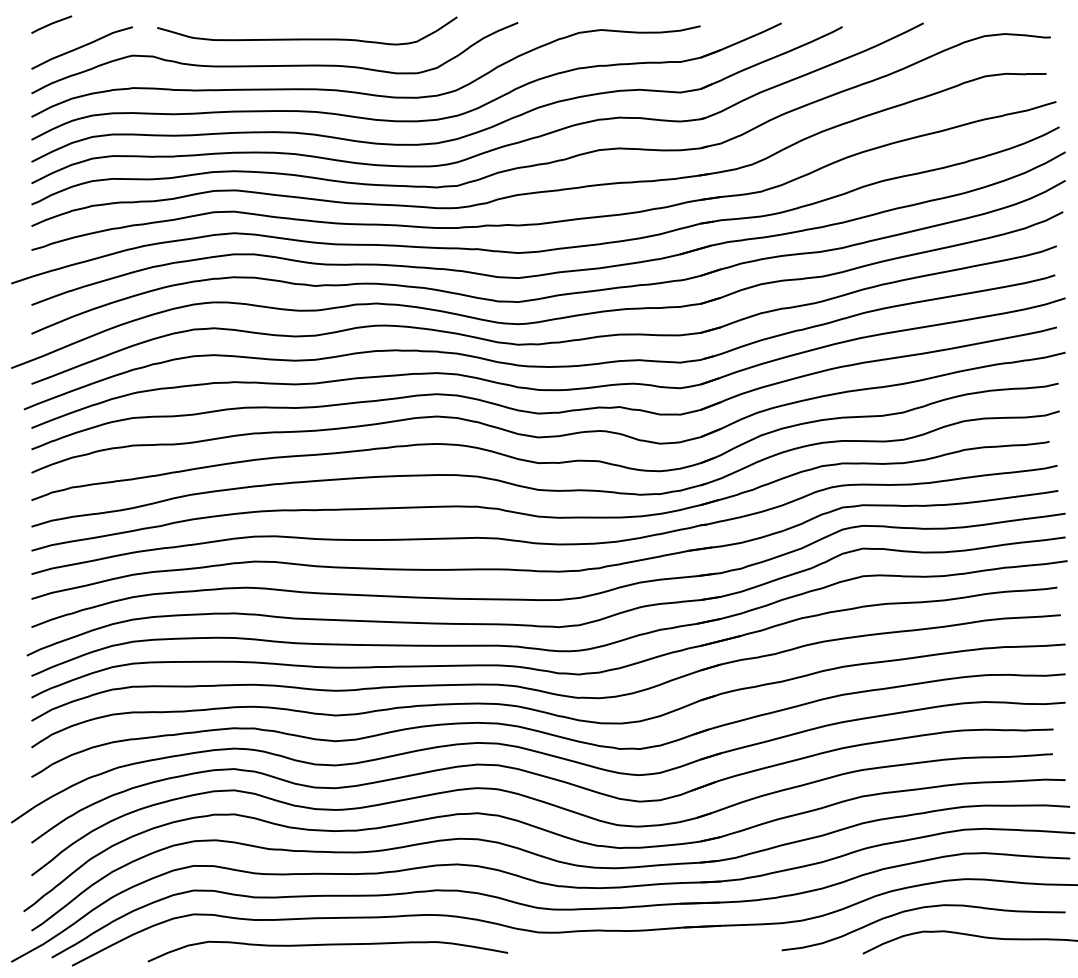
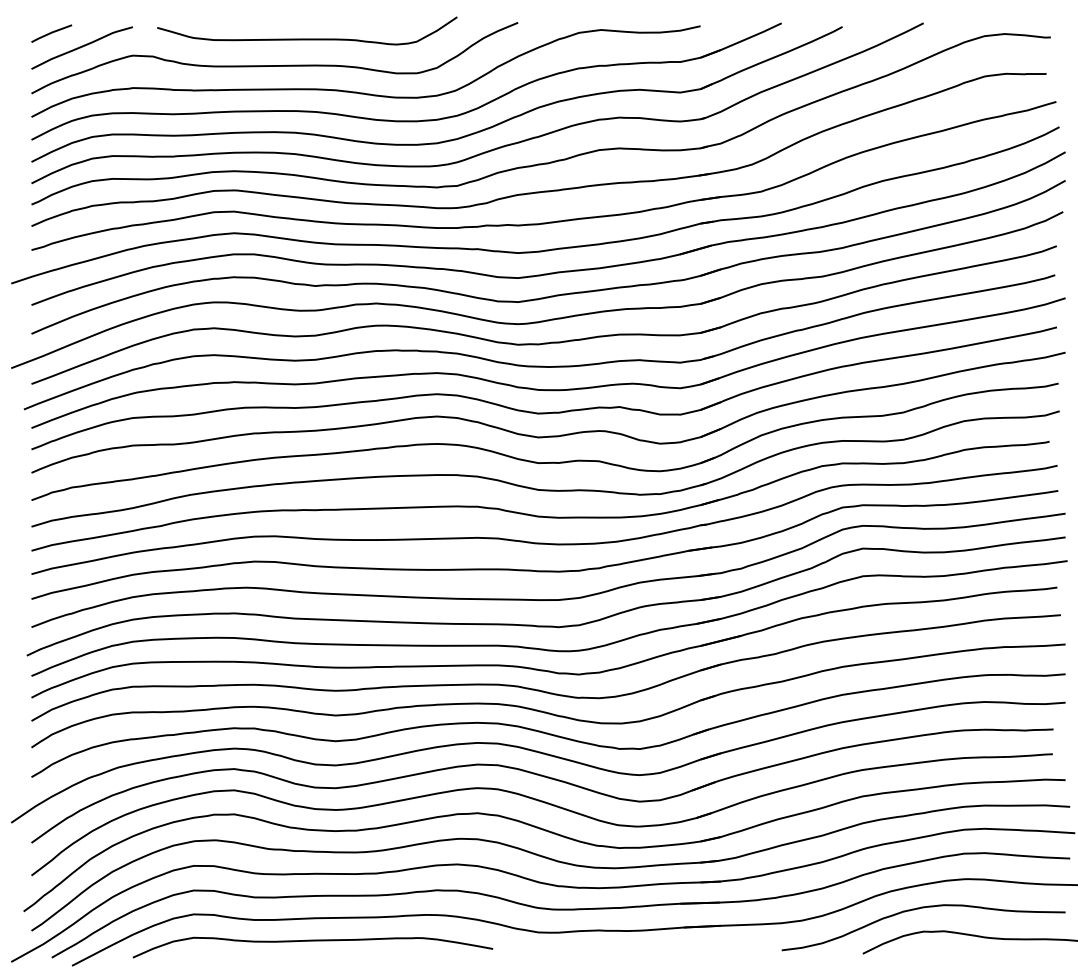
line at (51, 24) position: (51, 24) -> (51, 33)
curve at (327, 945) position: (327, 945) -> (312, 941)
